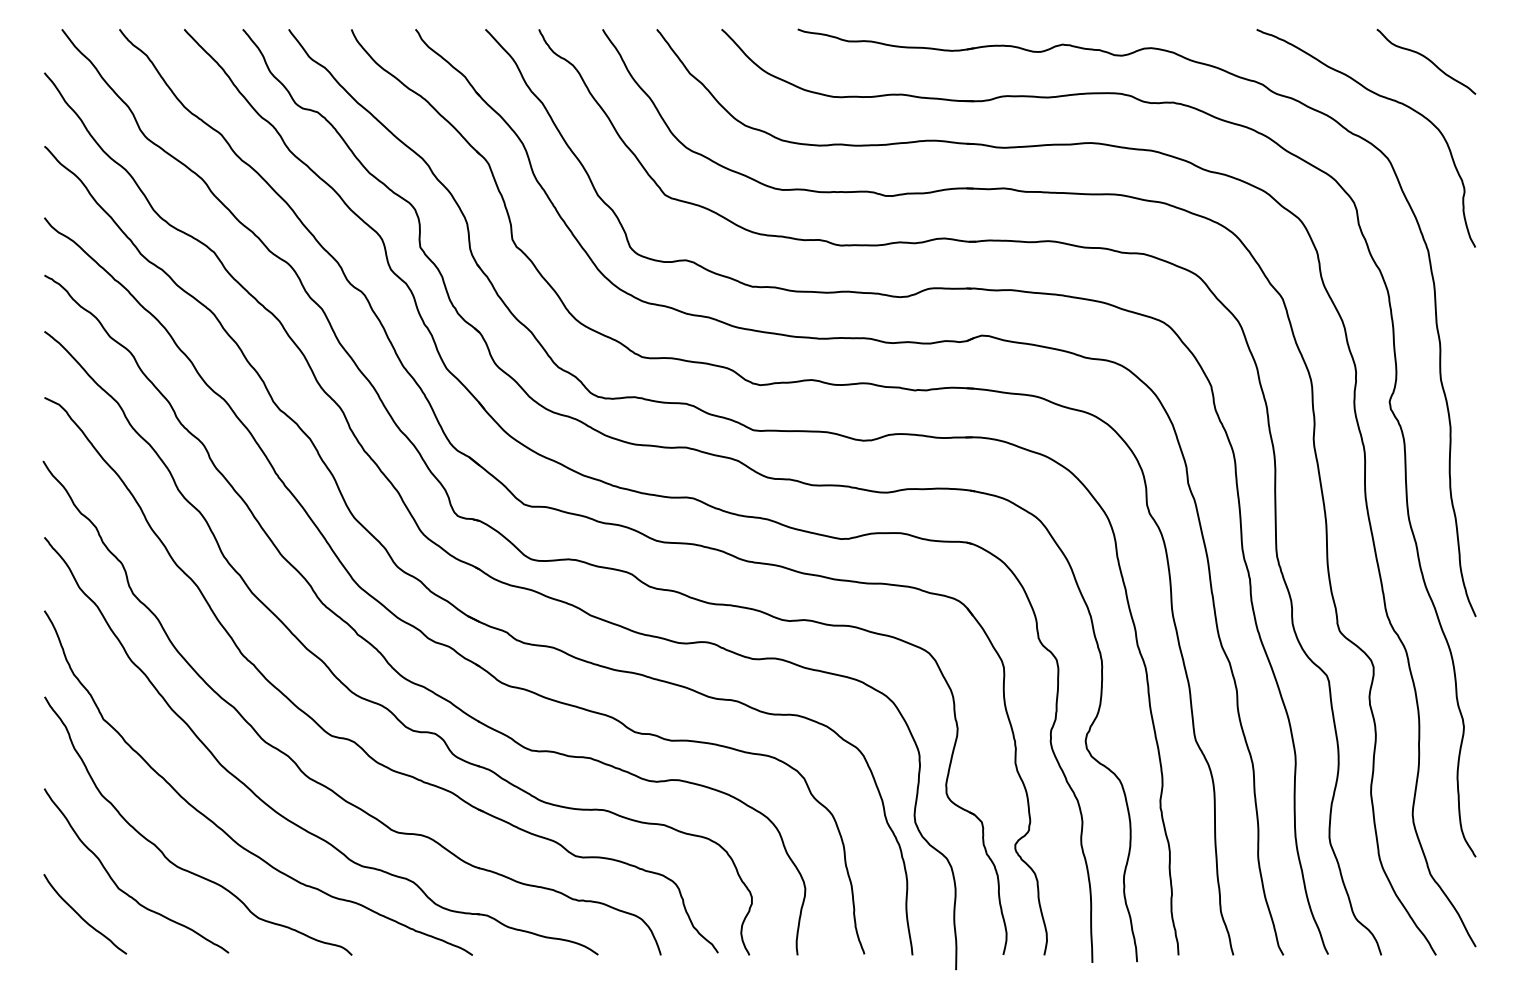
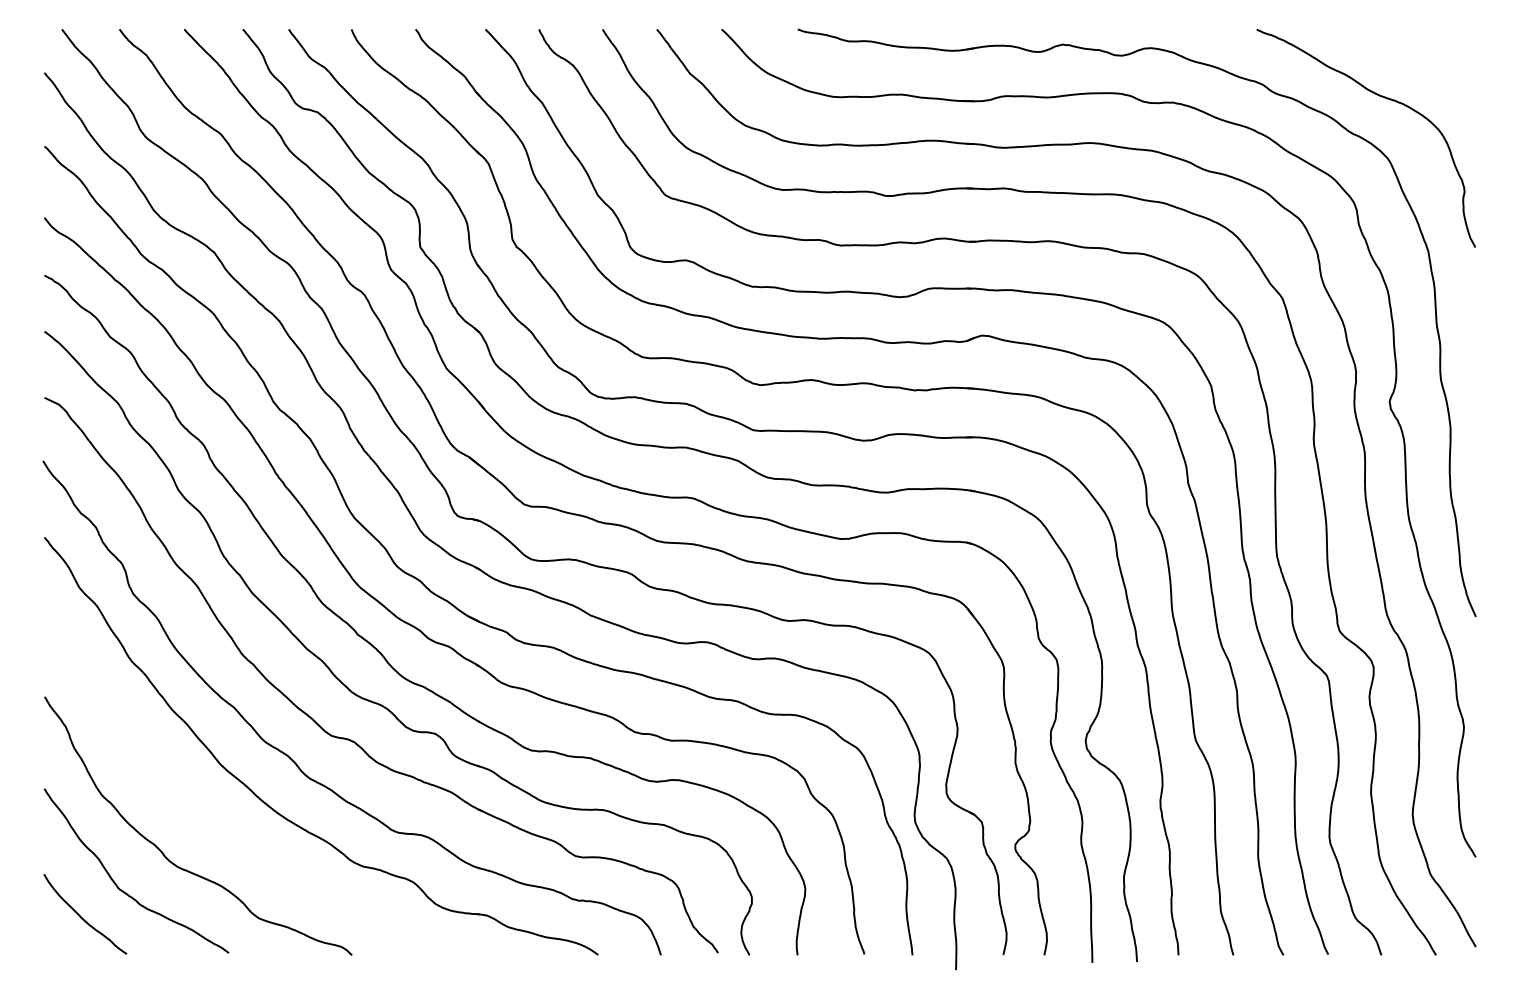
curve at (1426, 59): present -> none
curve at (223, 829): present -> none
